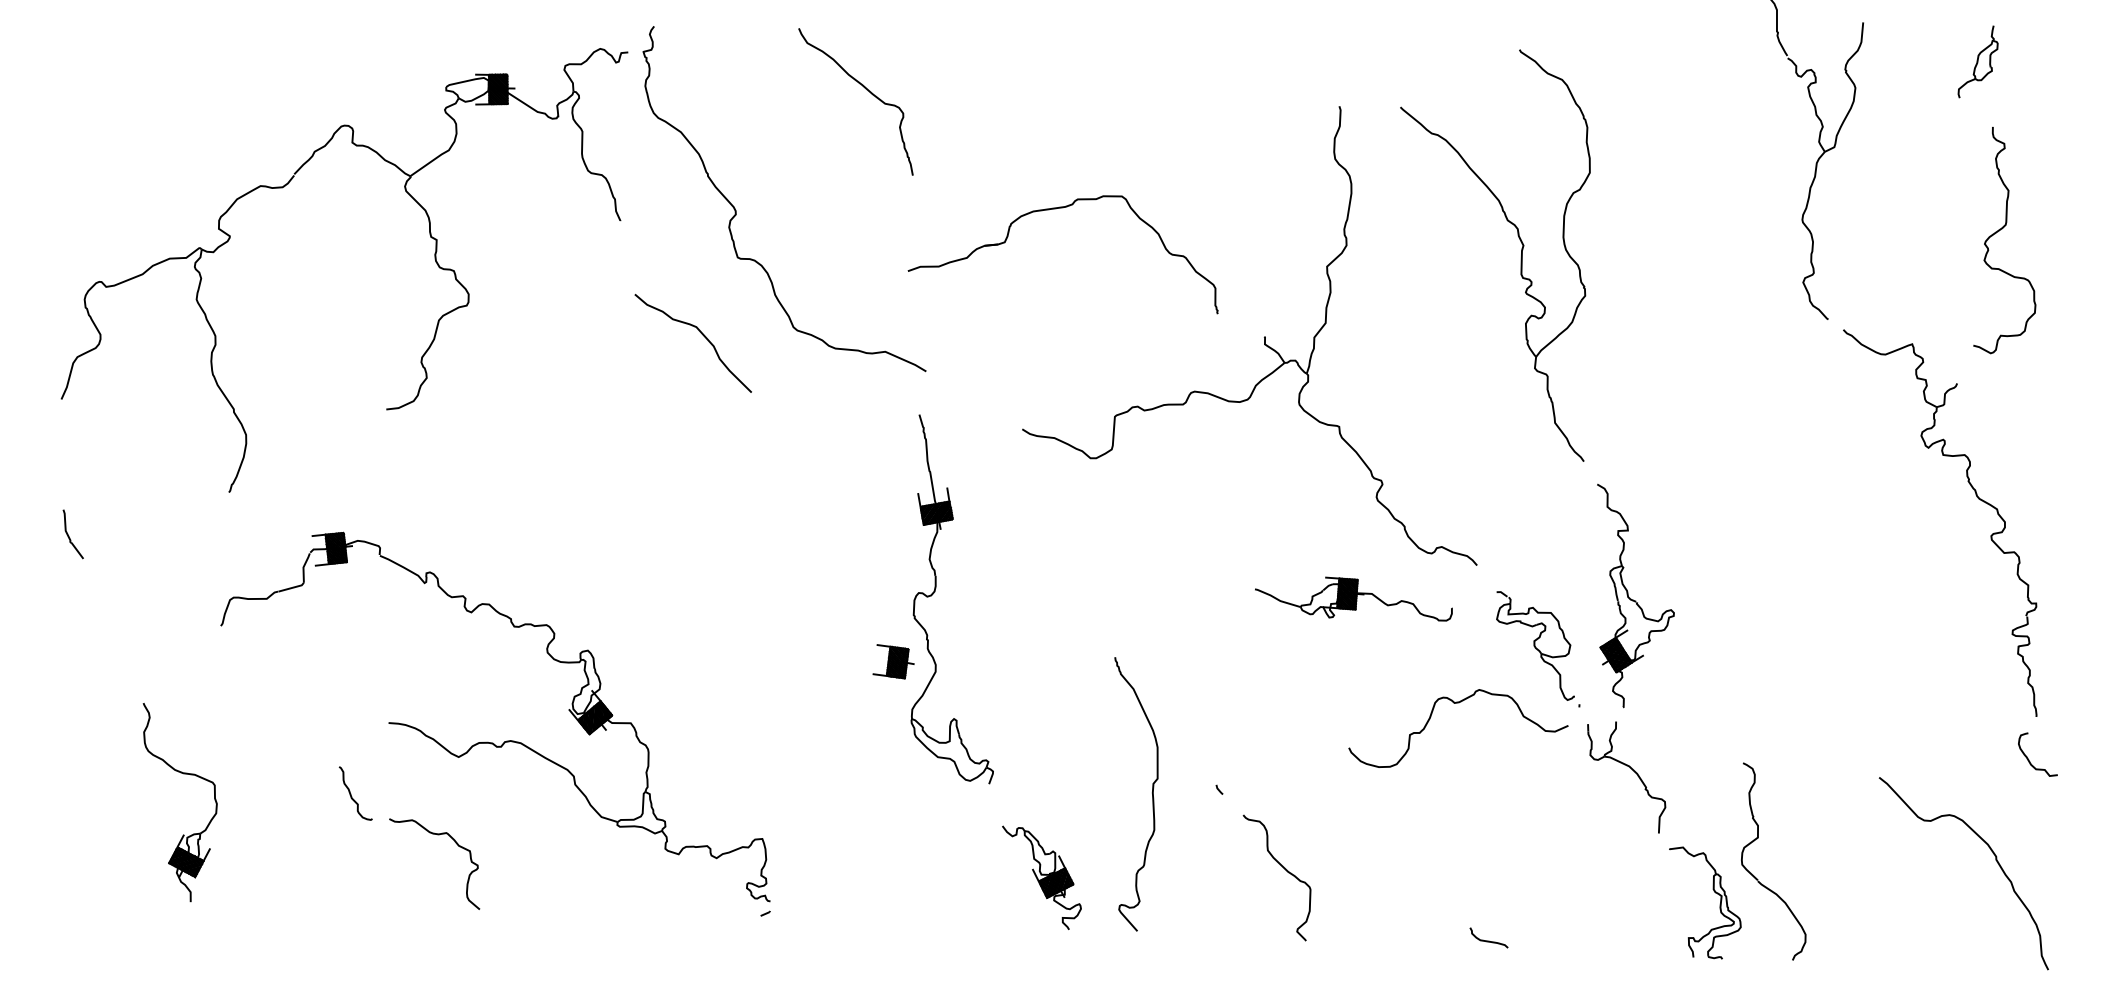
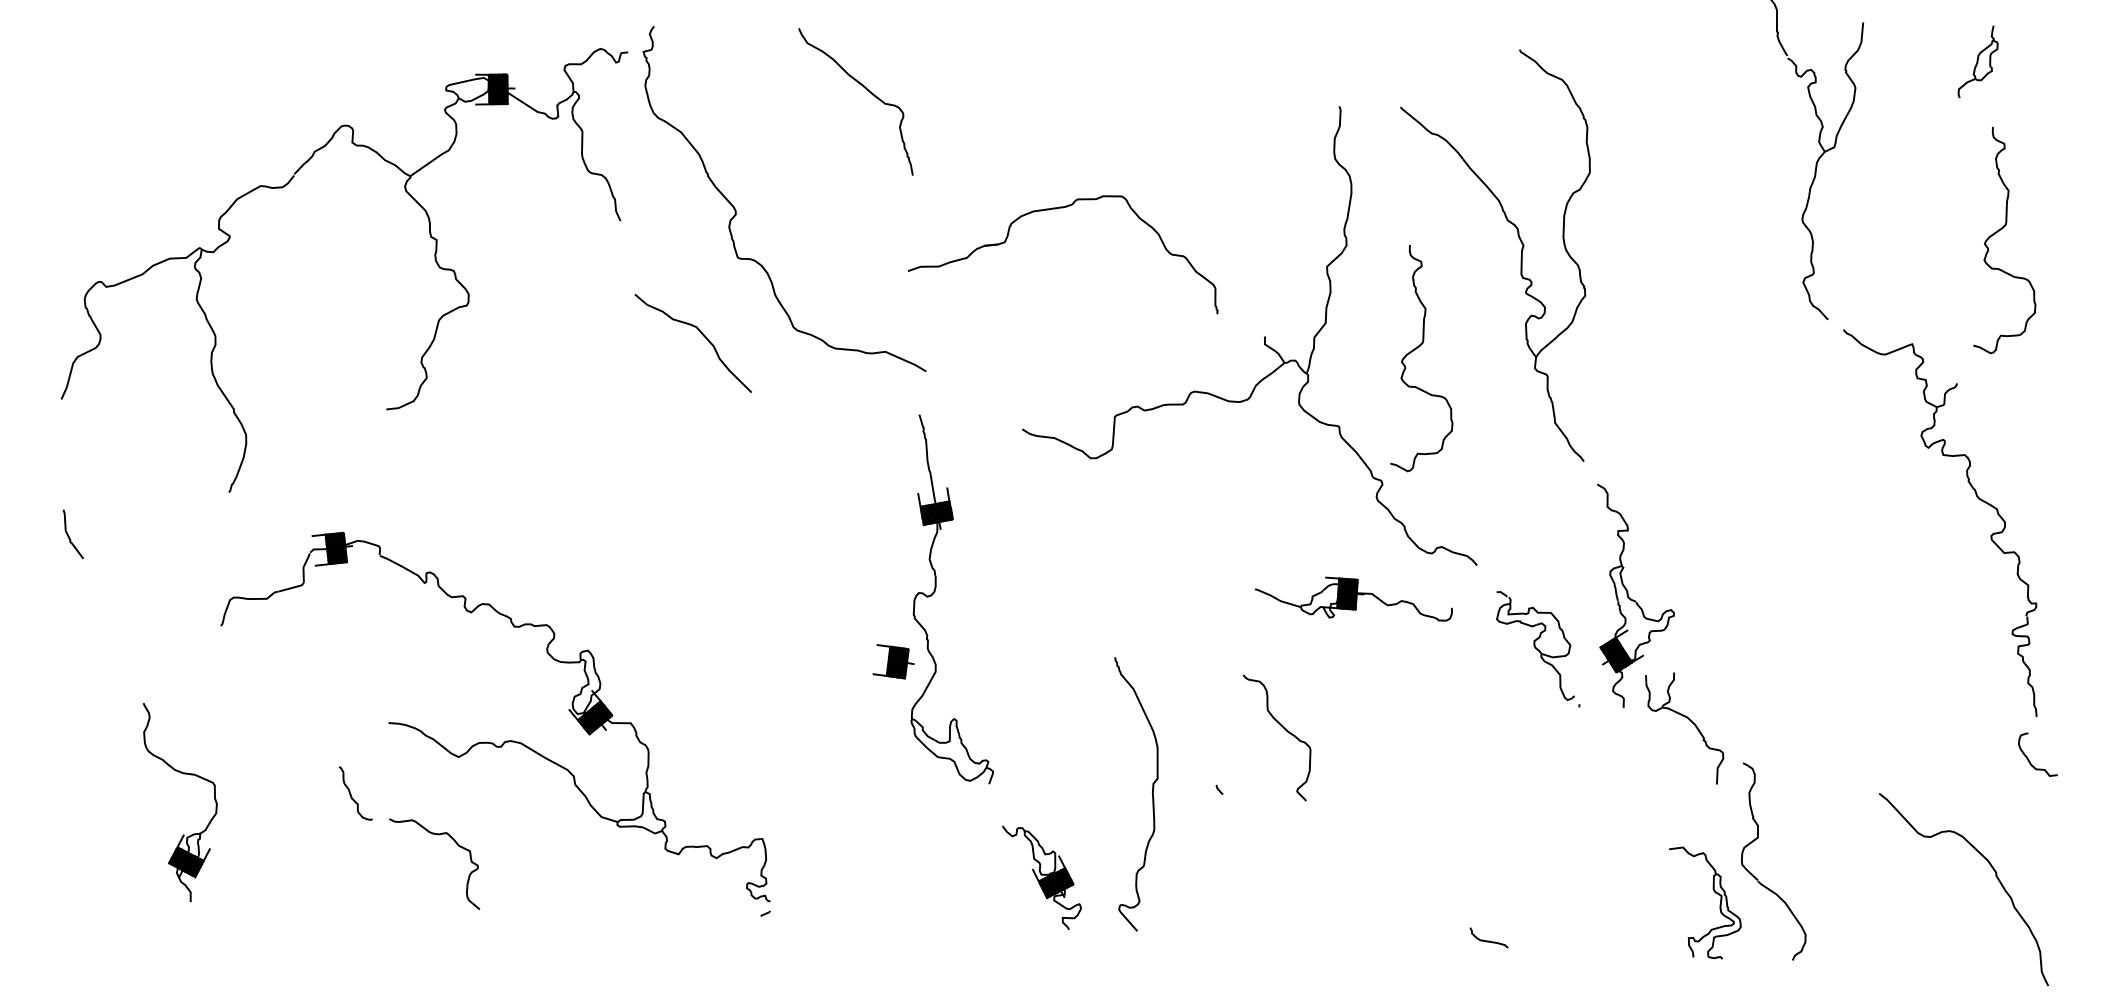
curve at (1416, 349): none -> present
curve at (1458, 703): present -> none
part at (1632, 770) position: (1632, 770) -> (1690, 721)
curve at (1995, 860) position: (1995, 860) -> (1995, 876)
curve at (1284, 869) position: (1284, 869) -> (1284, 729)
